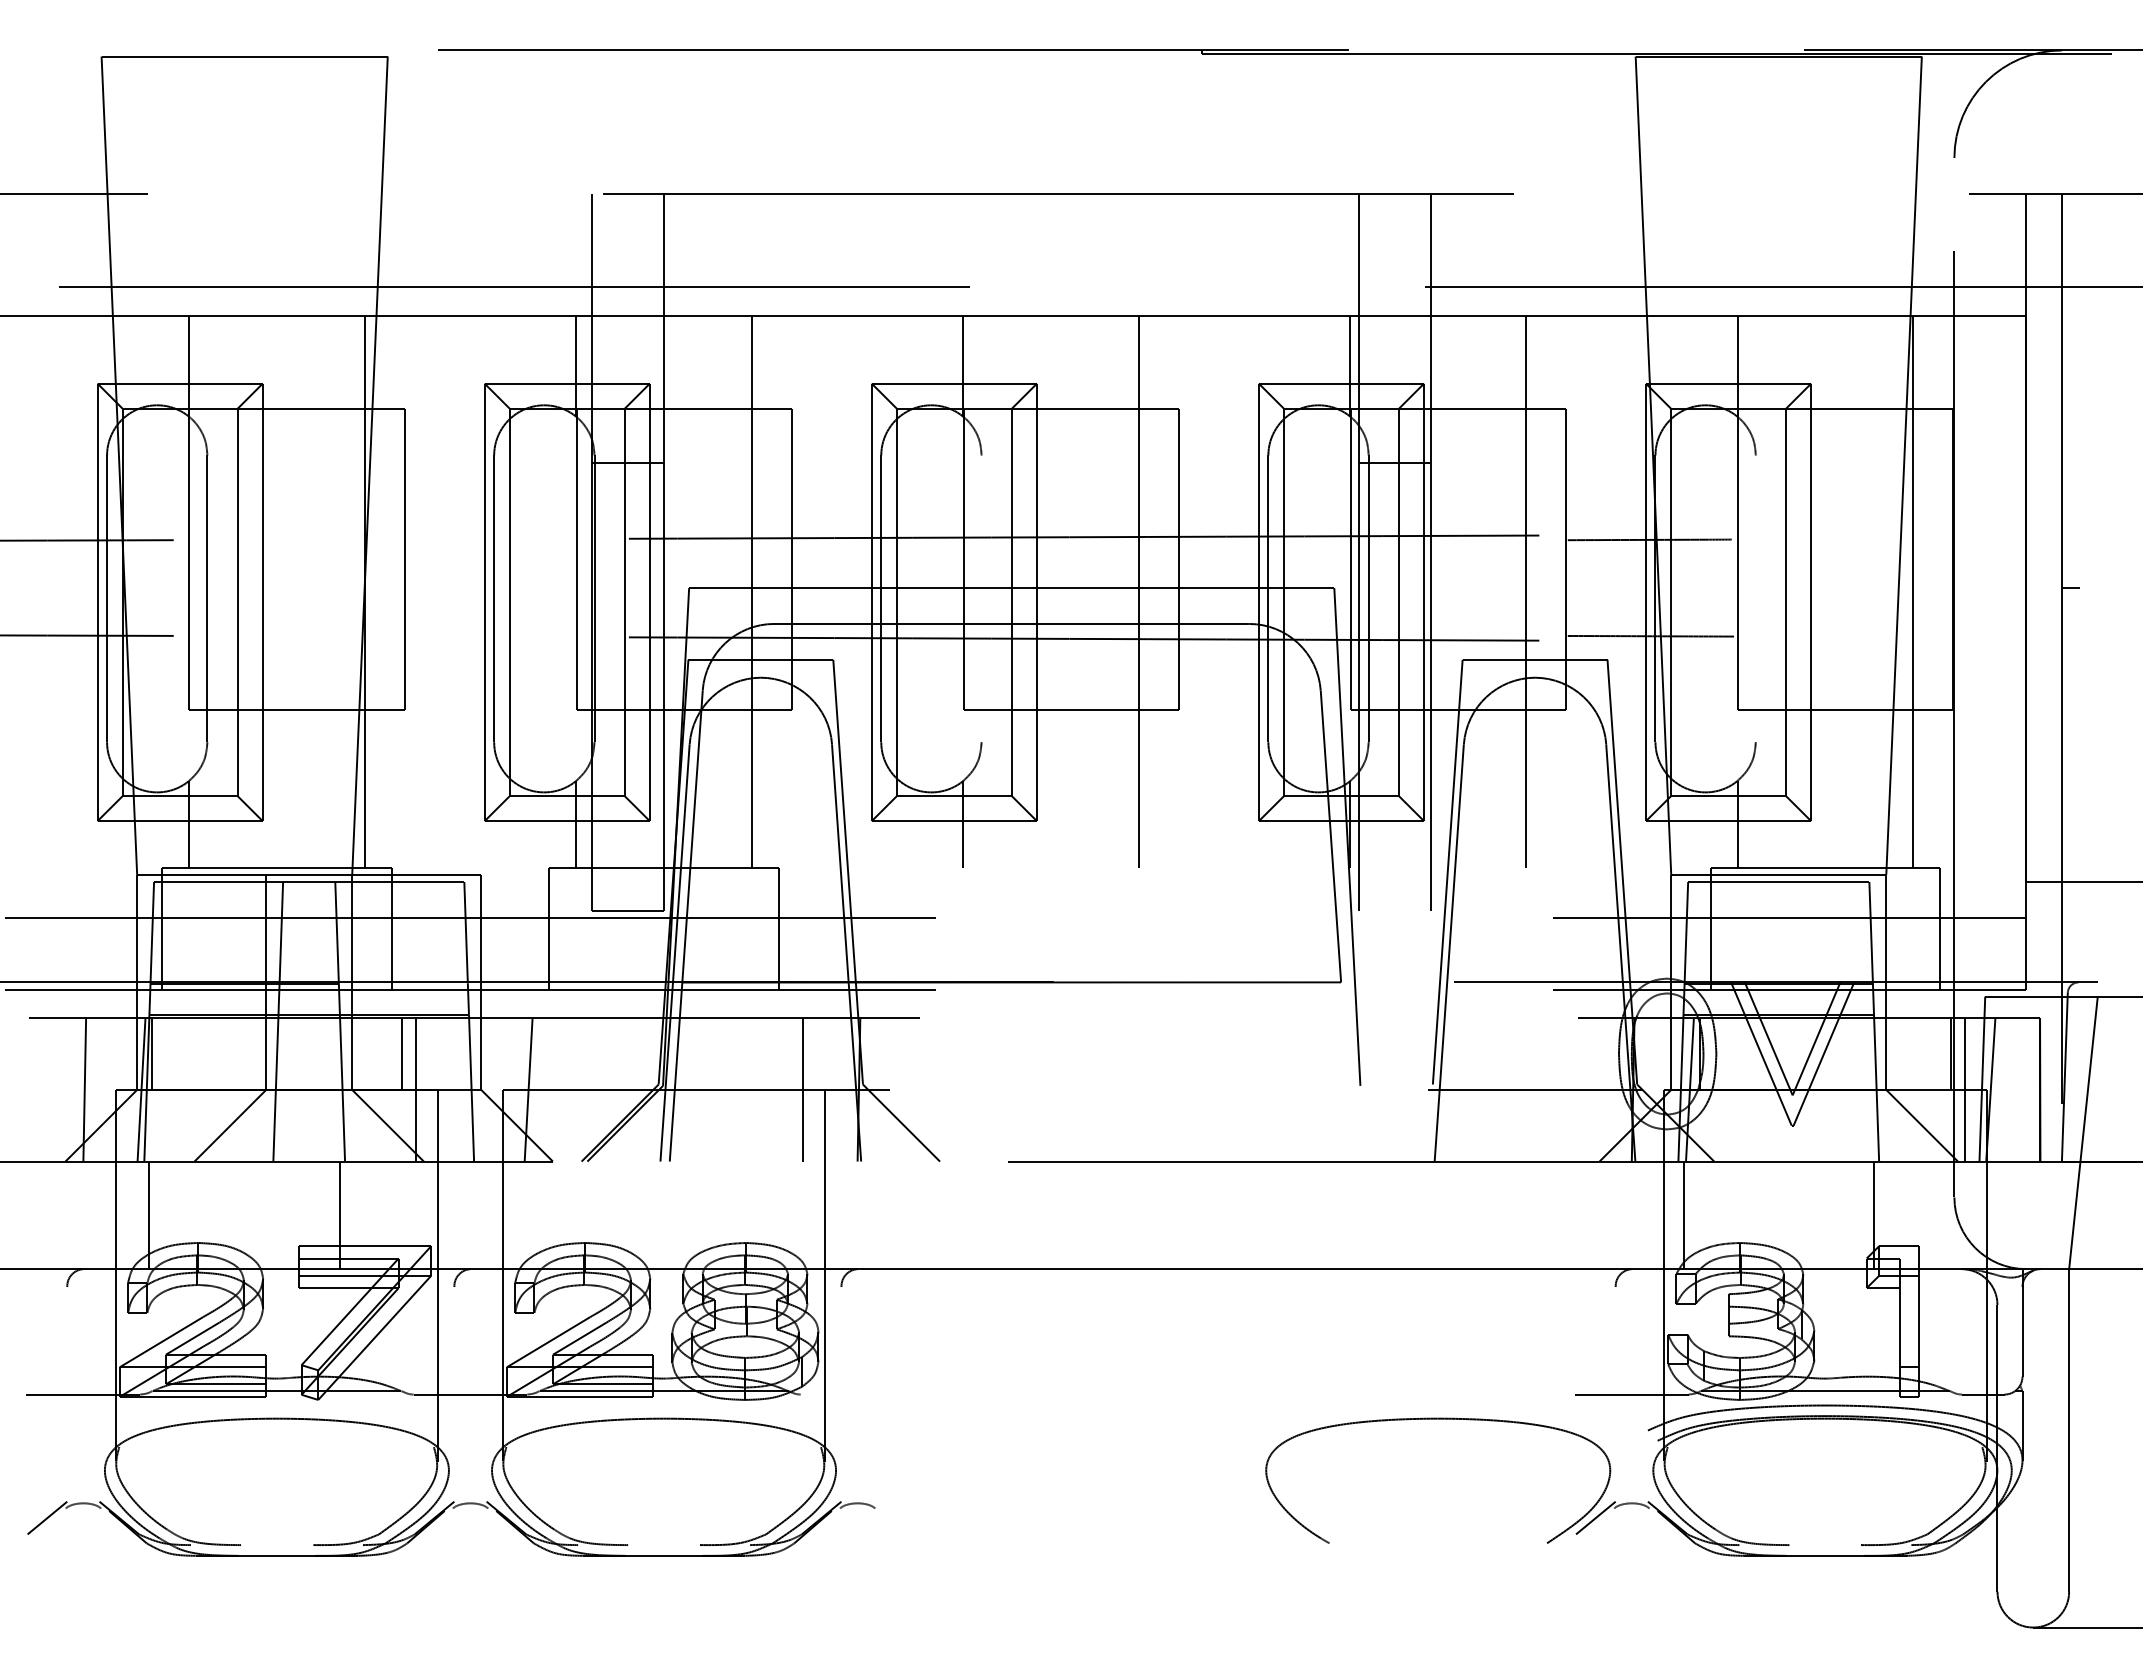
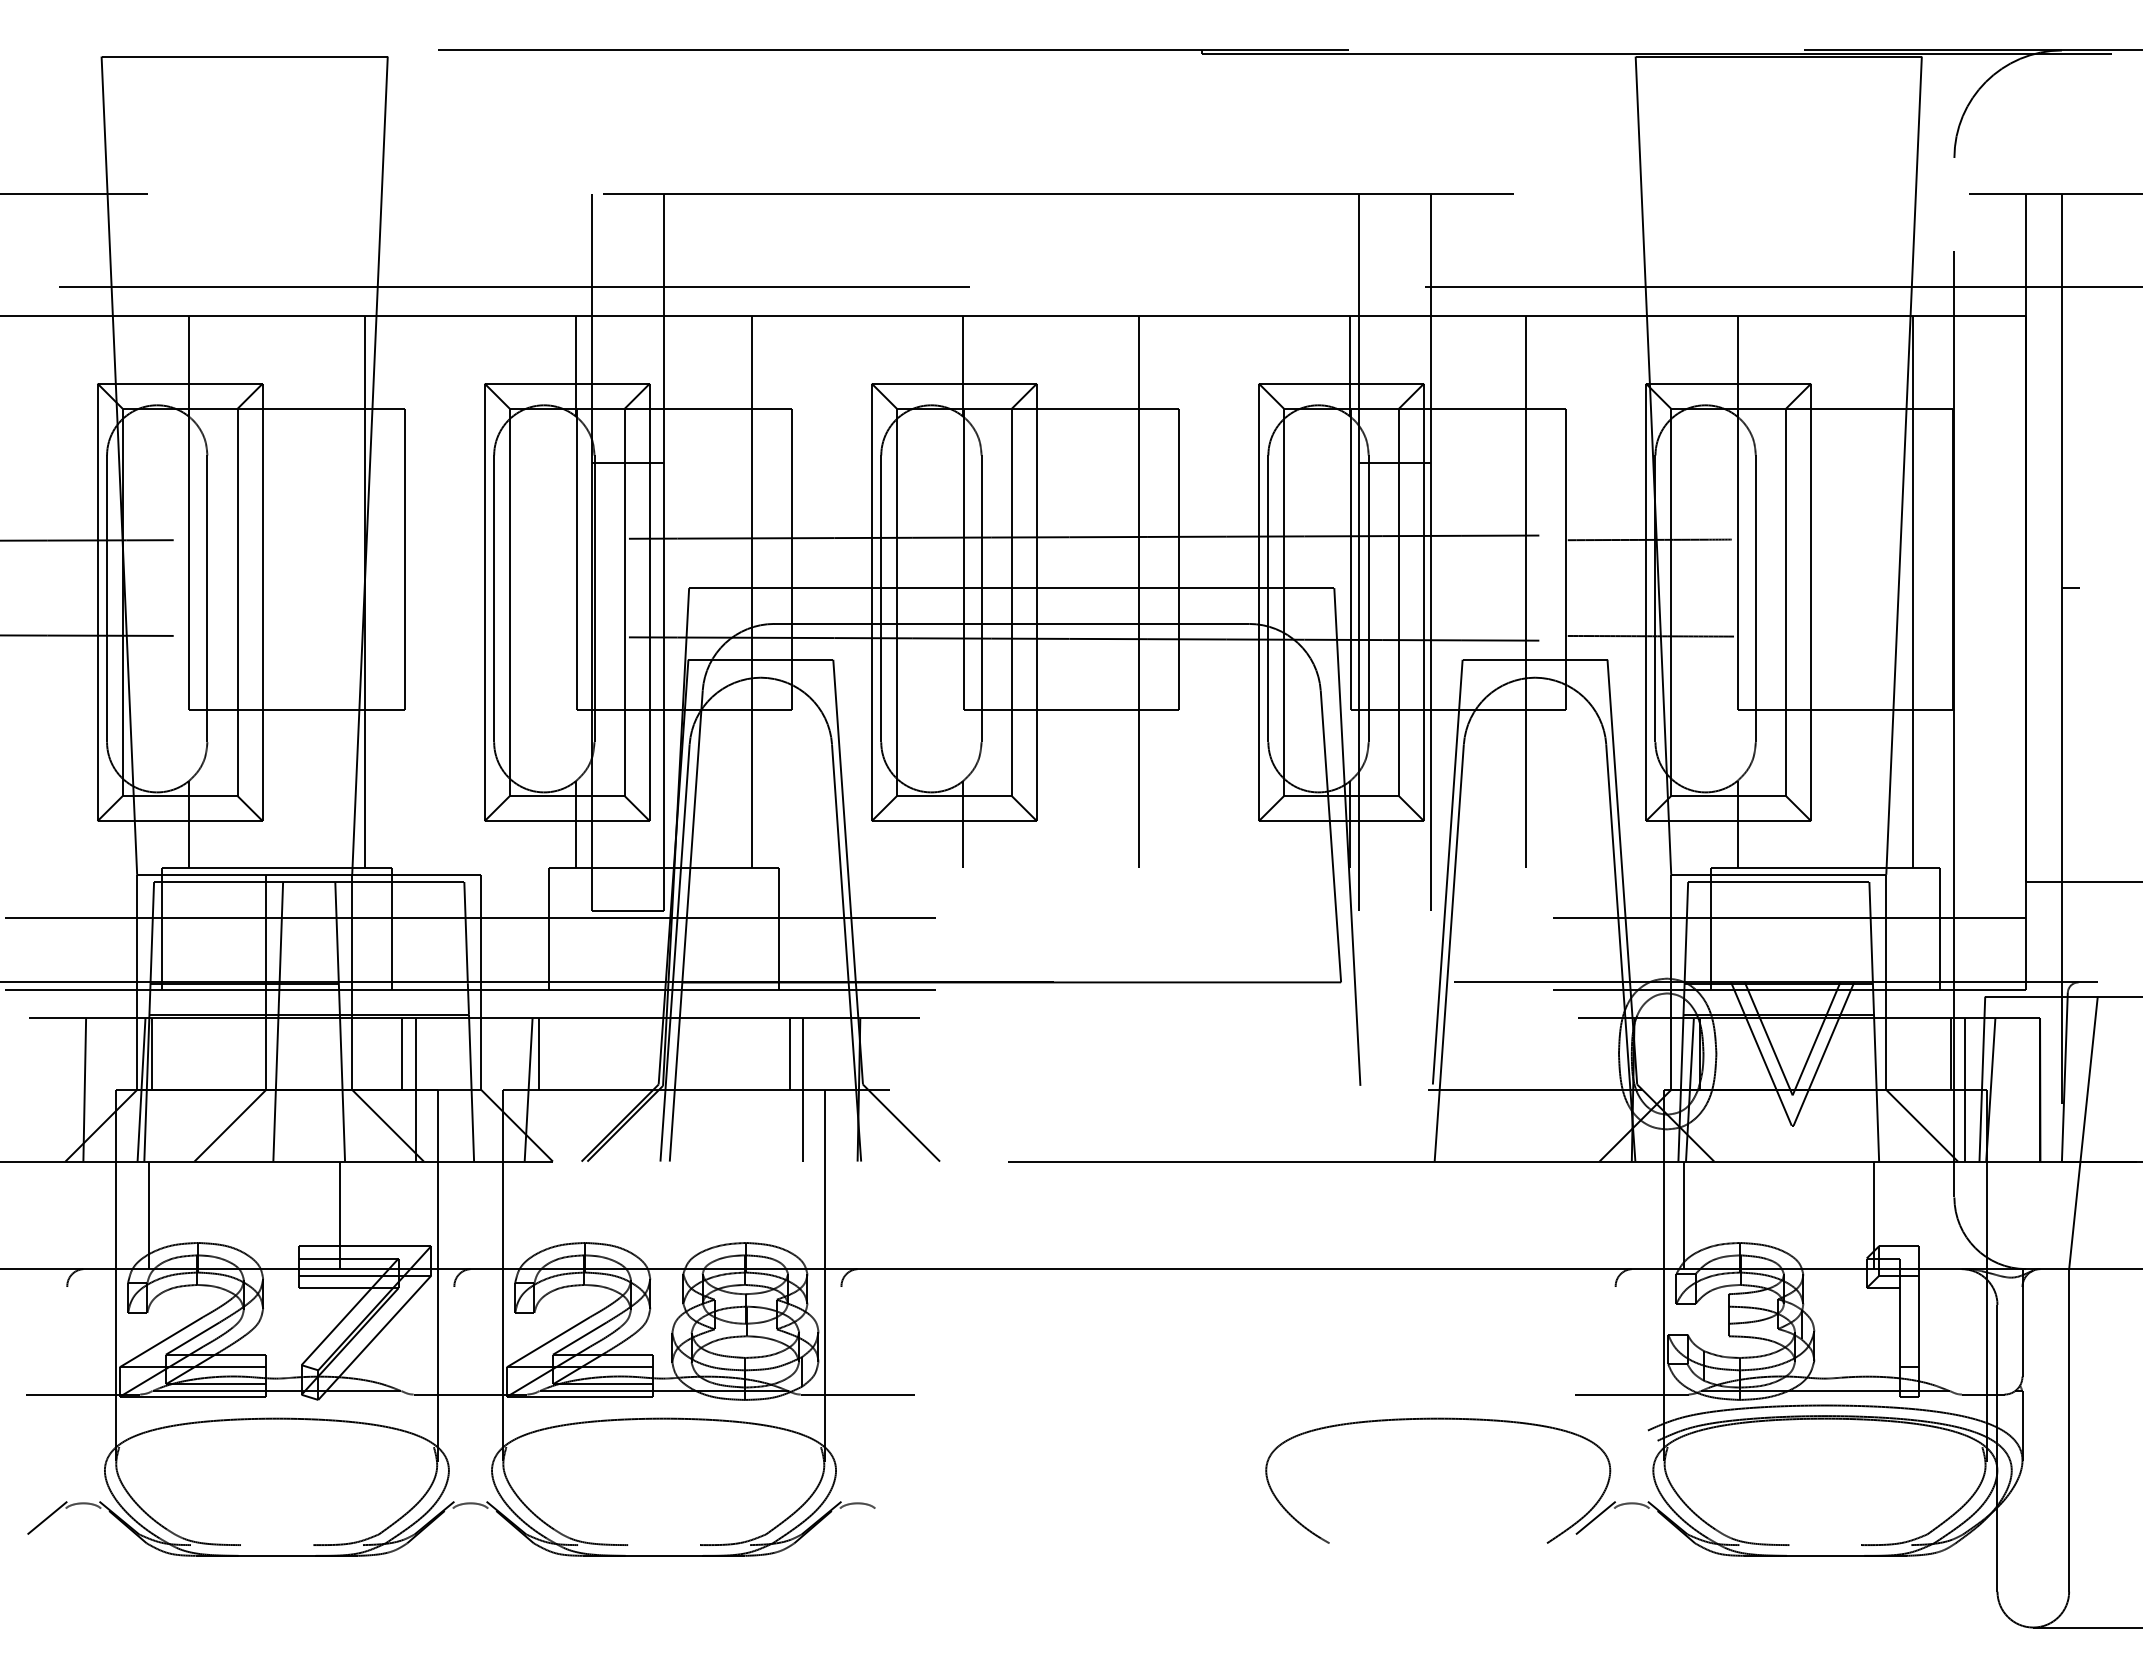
line at (981, 598): none -> present
line at (1755, 598): none -> present
line at (538, 1053): none -> present
line at (789, 1053): none -> present
line at (857, 1394): none -> present
